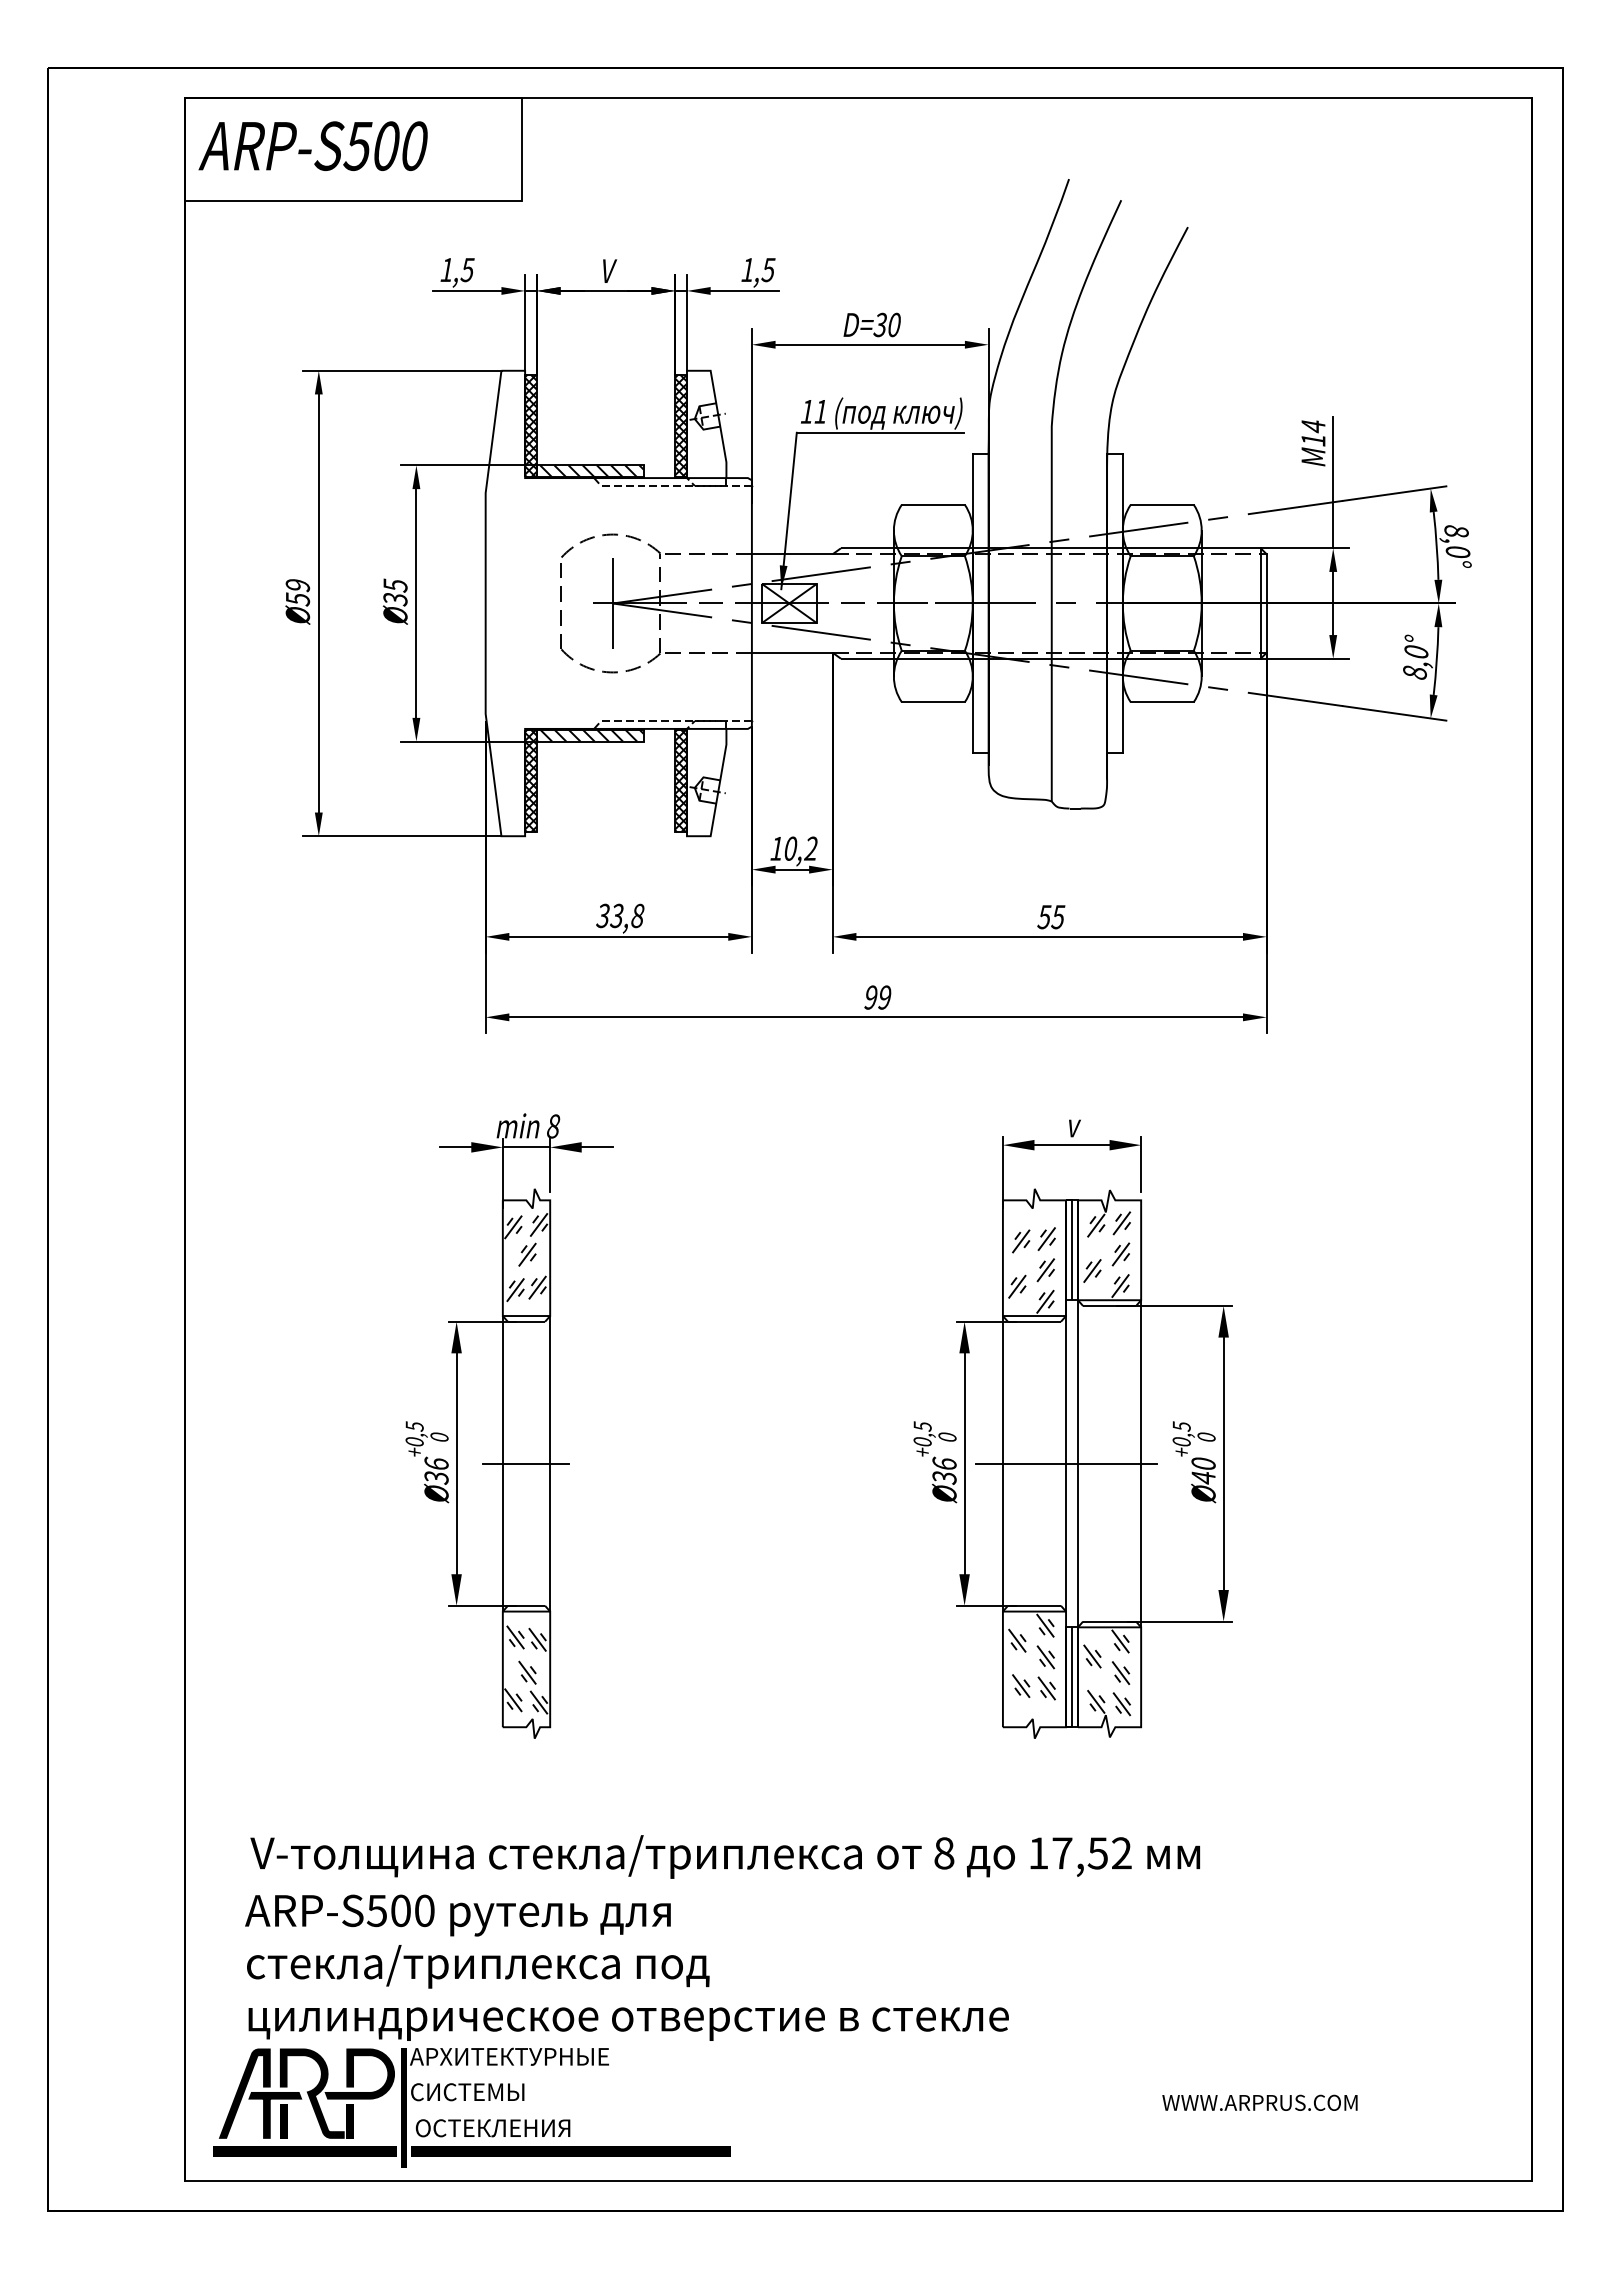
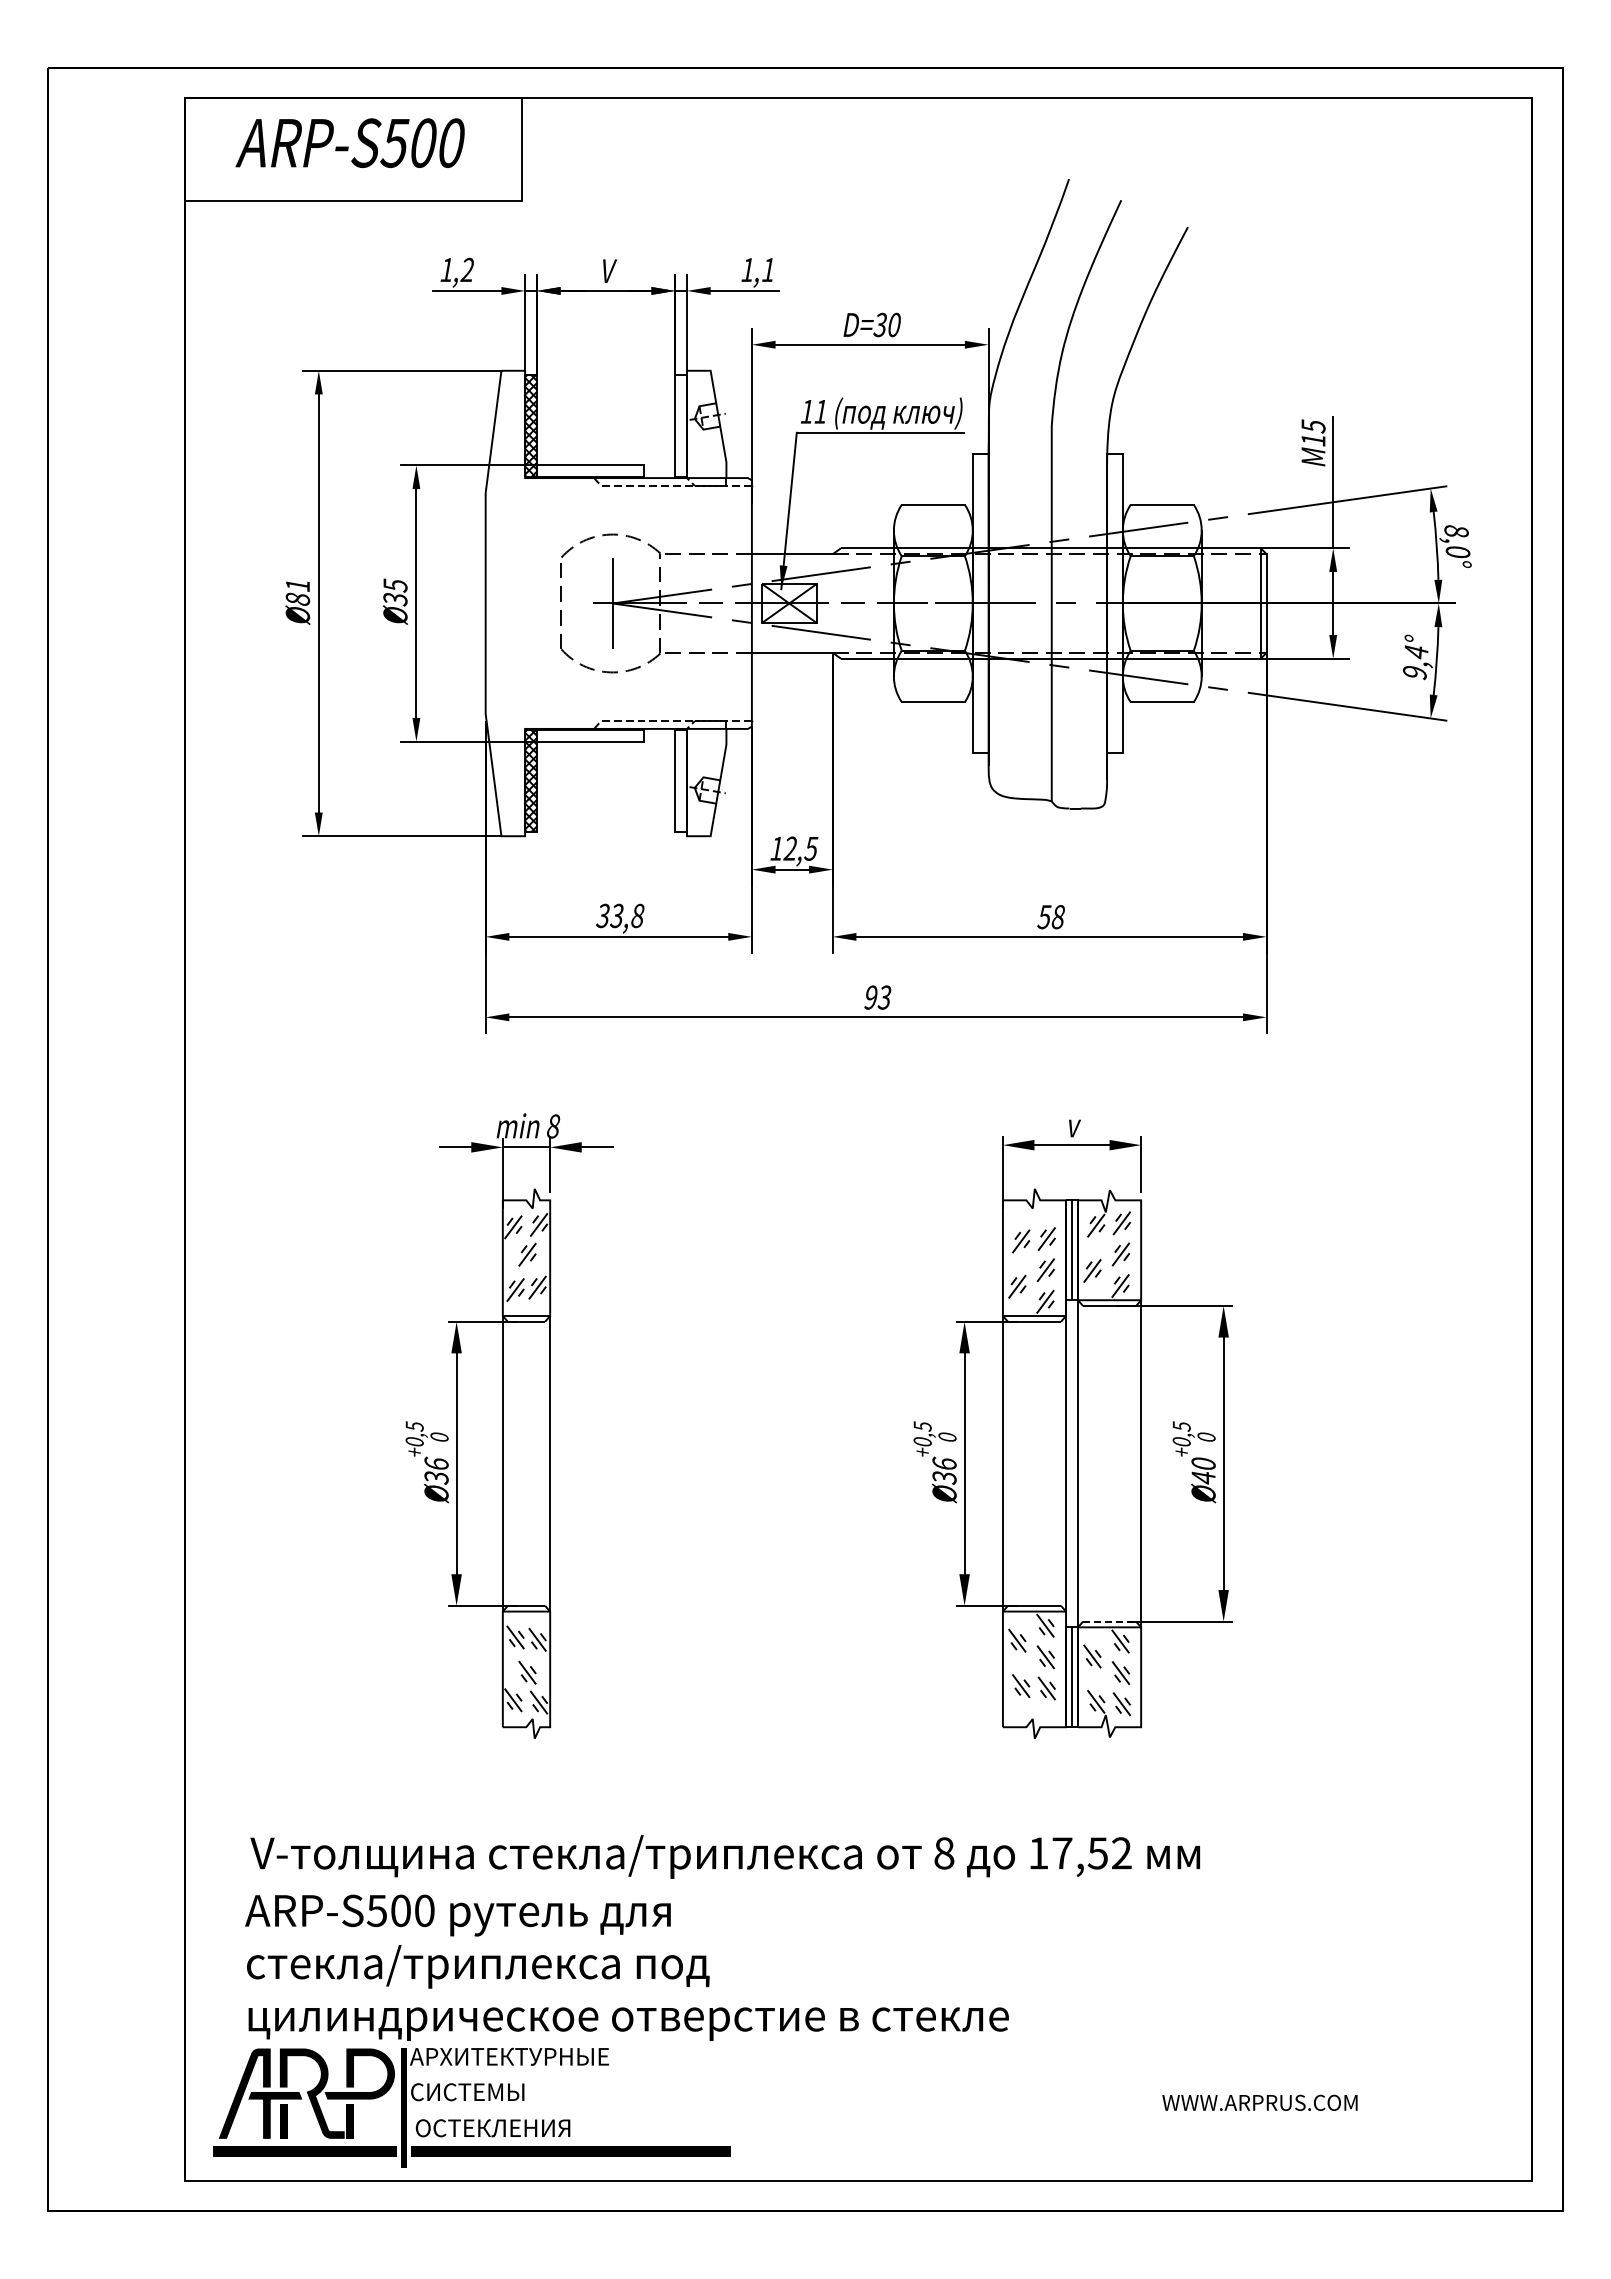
text at (312, 145) position: (312, 145) -> (349, 142)
text at (467, 269): 1,5 -> 1,2
text at (768, 270): 1,5 -> 1,1
hatch at (680, 425): present -> none
text at (1313, 426): M14 -> M15
hatch at (589, 471): present -> none
text at (297, 592): Ø59 -> Ø81
text at (1415, 662): 8,0° -> 9,4°
hatch at (589, 735): present -> none
hatch at (680, 780): present -> none
text at (800, 848): 10,2 -> 12,5
text at (1058, 917): 55 -> 58
text at (884, 997): 99 -> 93
line at (525, 1463): present -> none
line at (1066, 1463): present -> none
line at (1110, 1621): solid -> dashed
